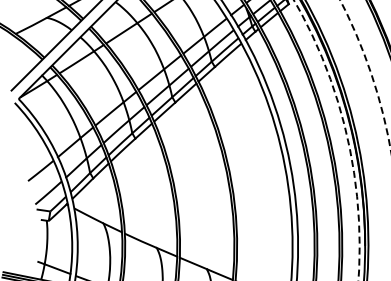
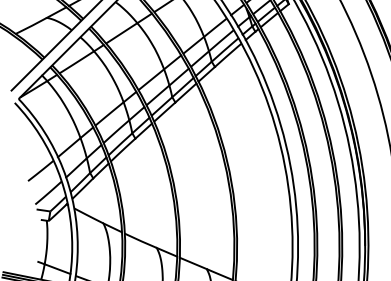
arc at (371, 74): dashed -> solid
arc at (347, 135): dashed -> solid
